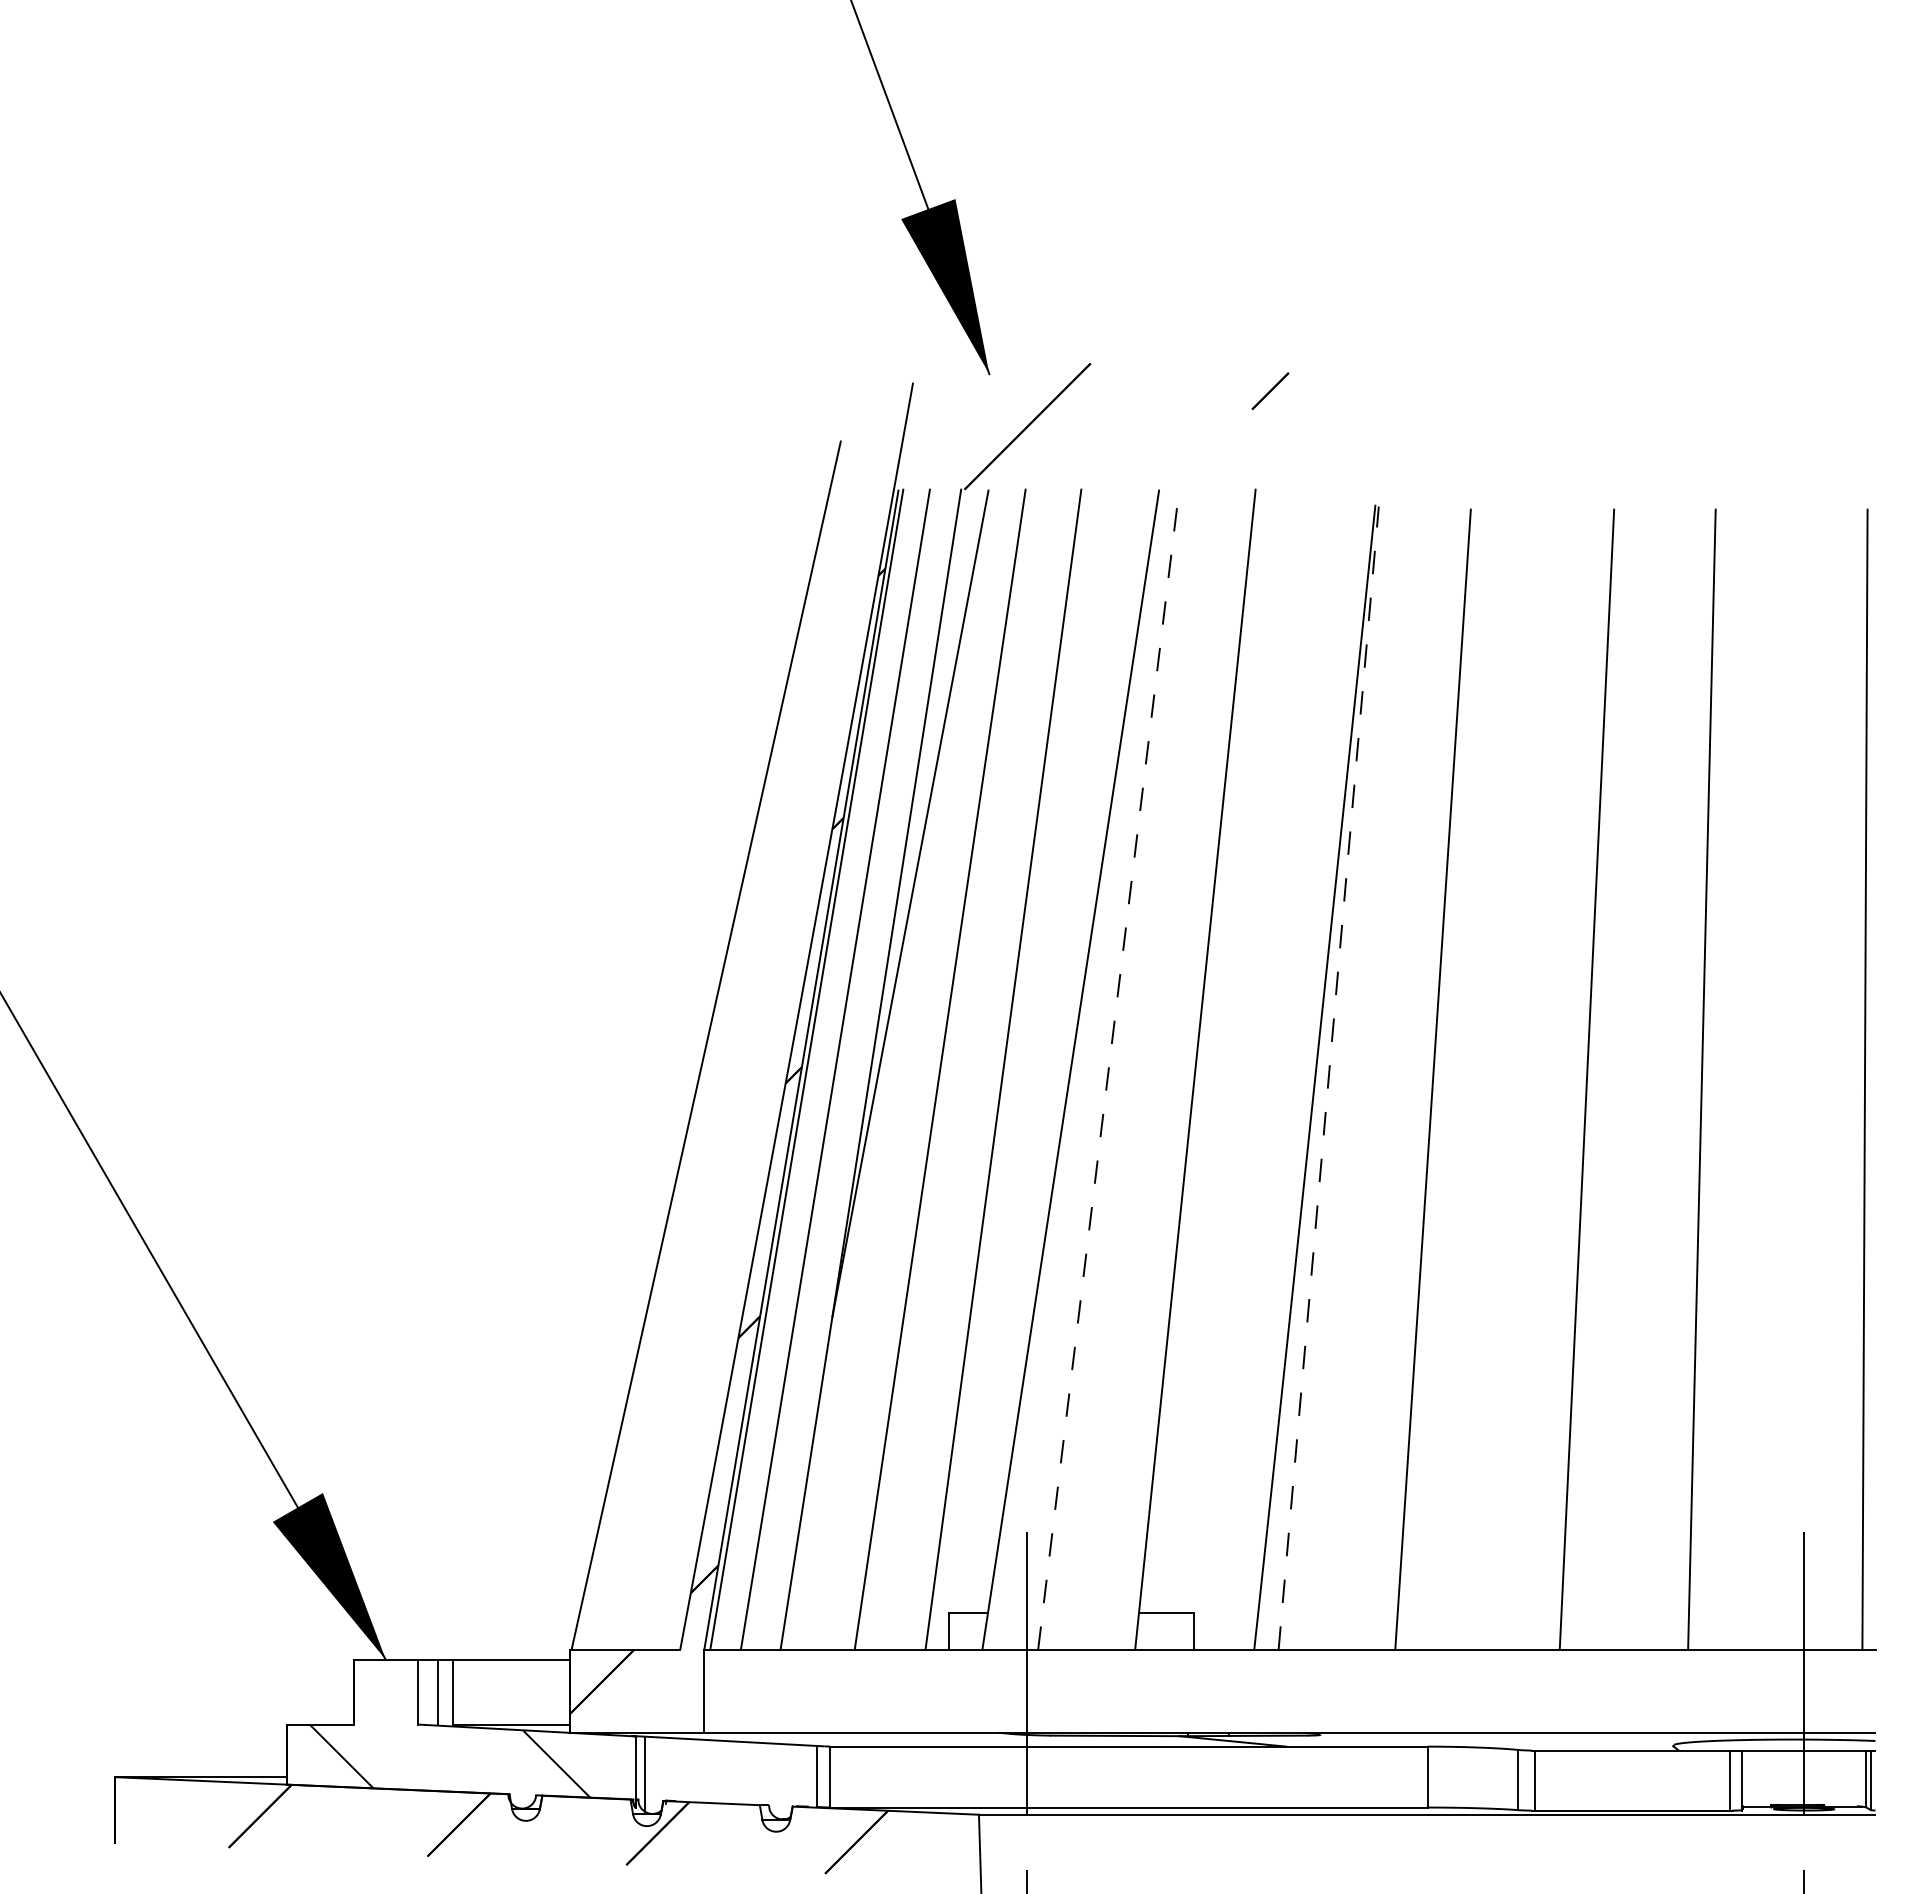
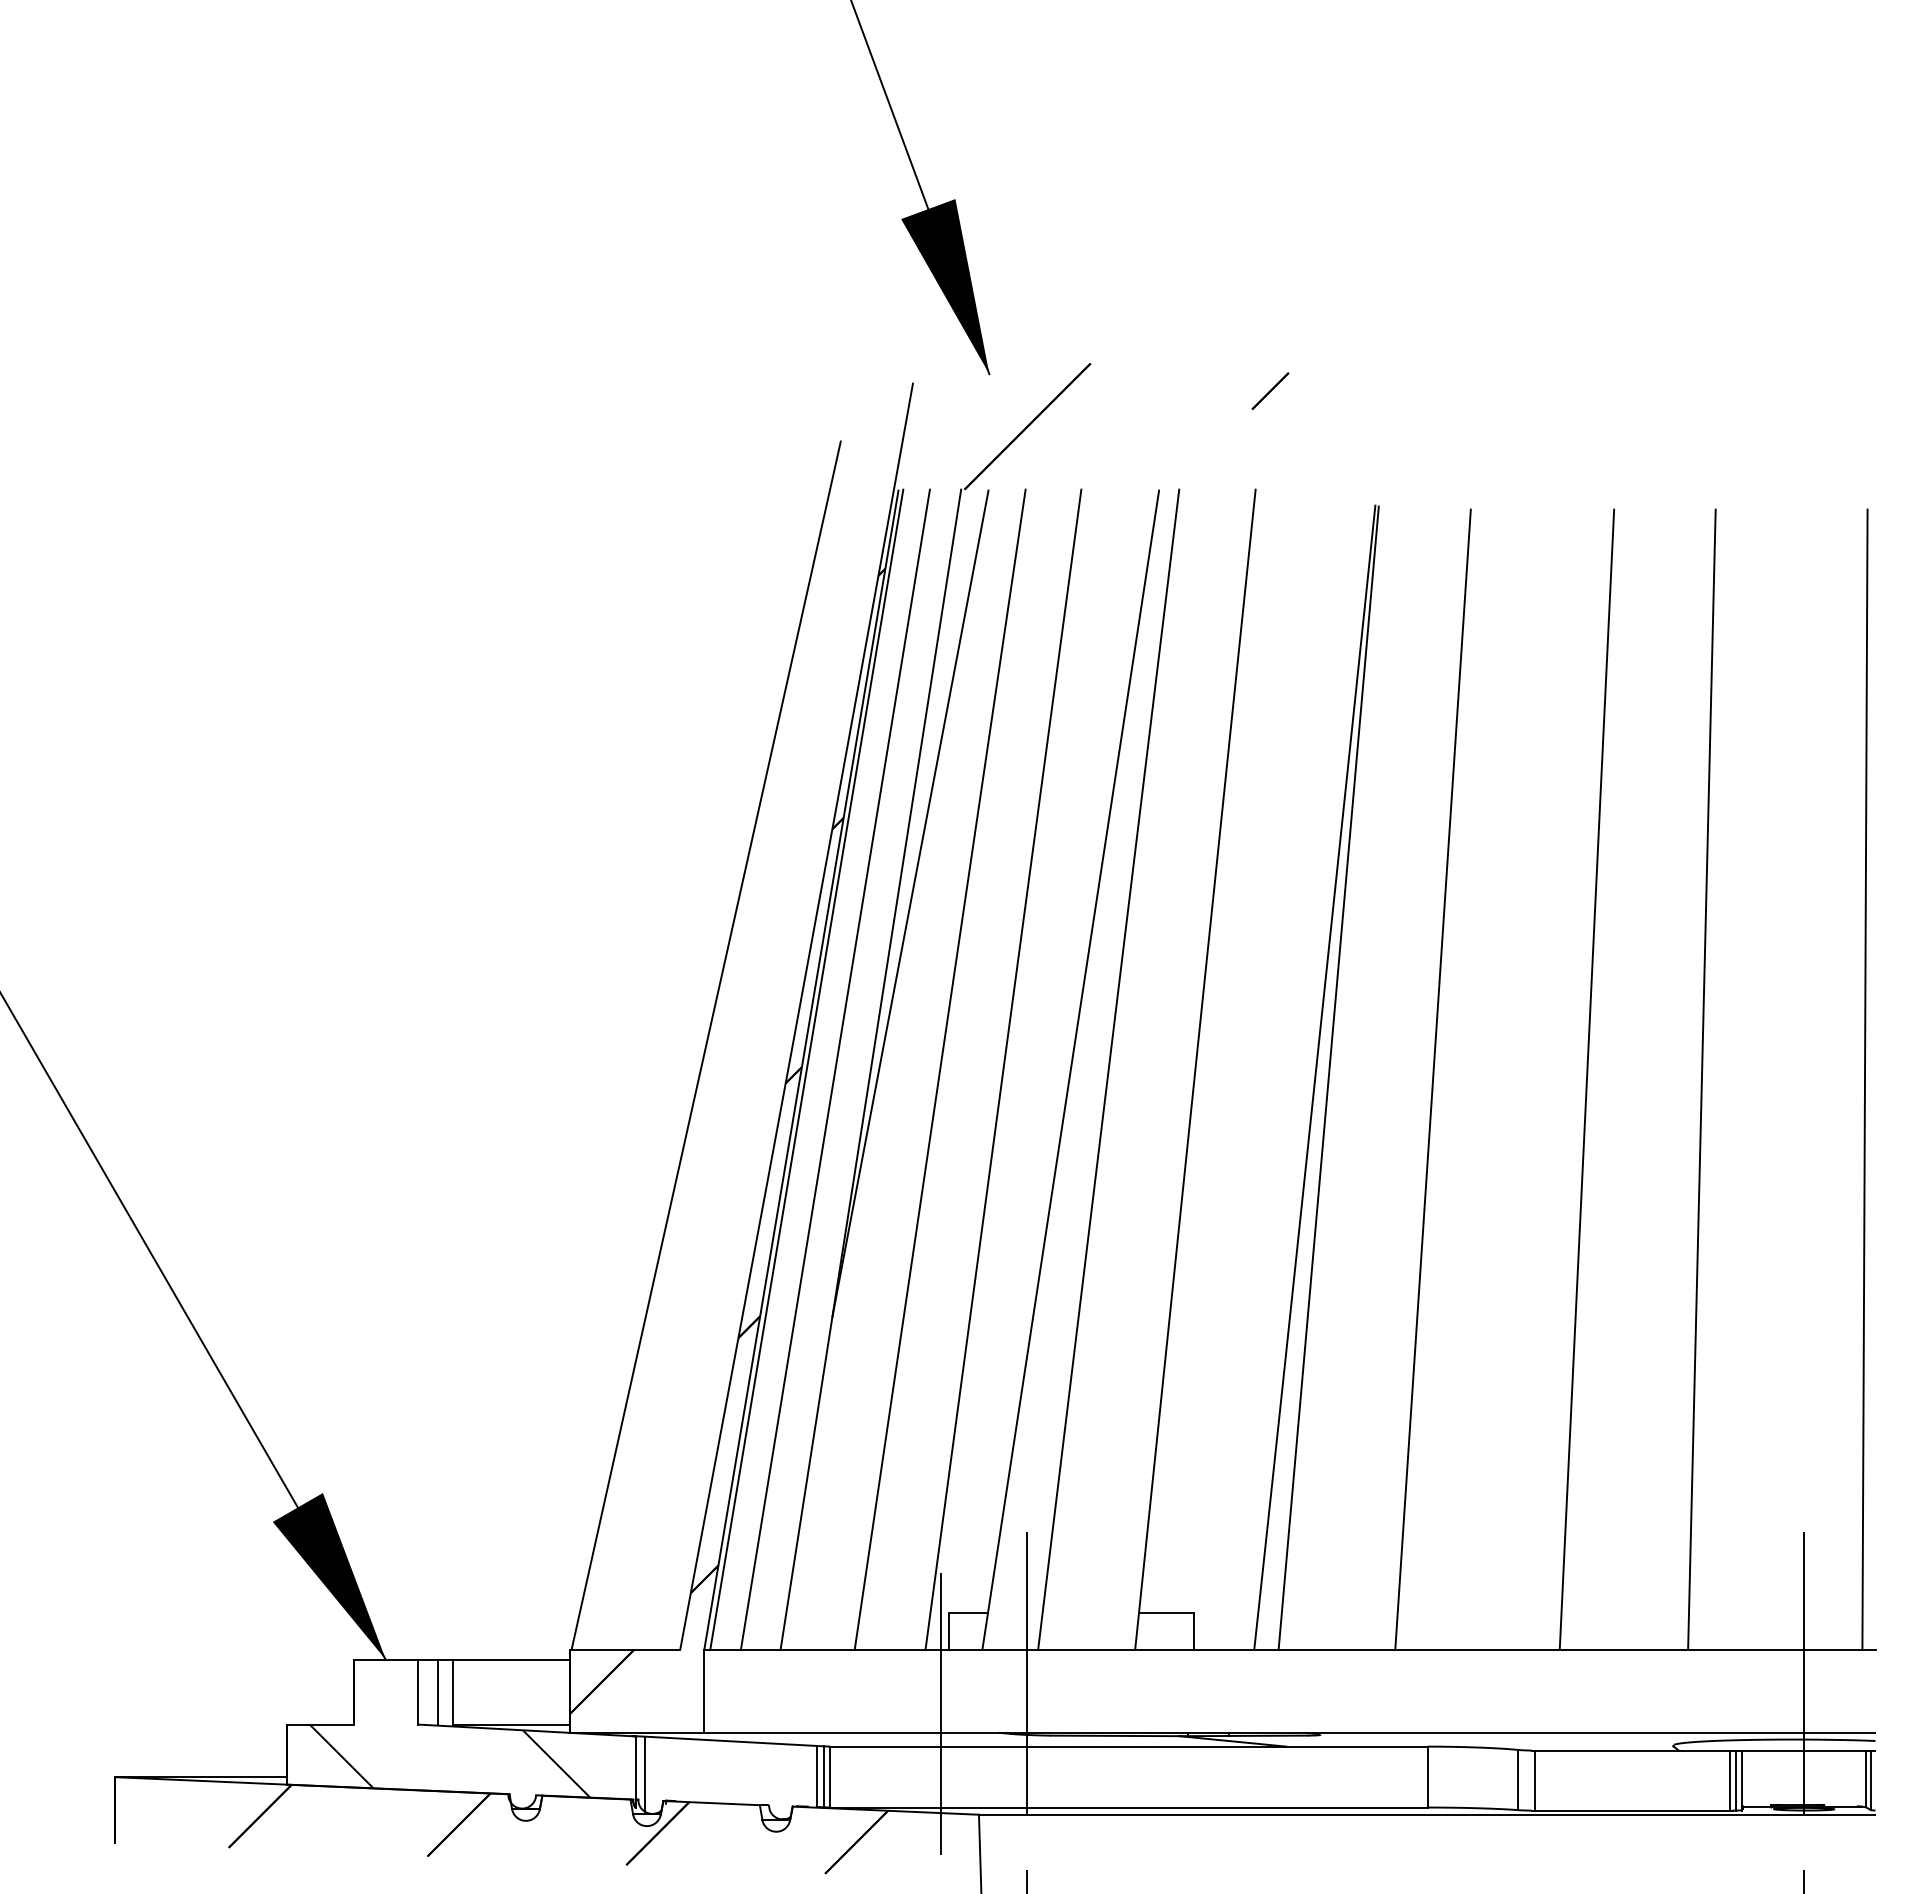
line at (1108, 1069): dashed -> solid
line at (1328, 1078): dashed -> solid
line at (941, 1698): none -> present
line at (824, 1776): none -> present
line at (1735, 1780): none -> present
